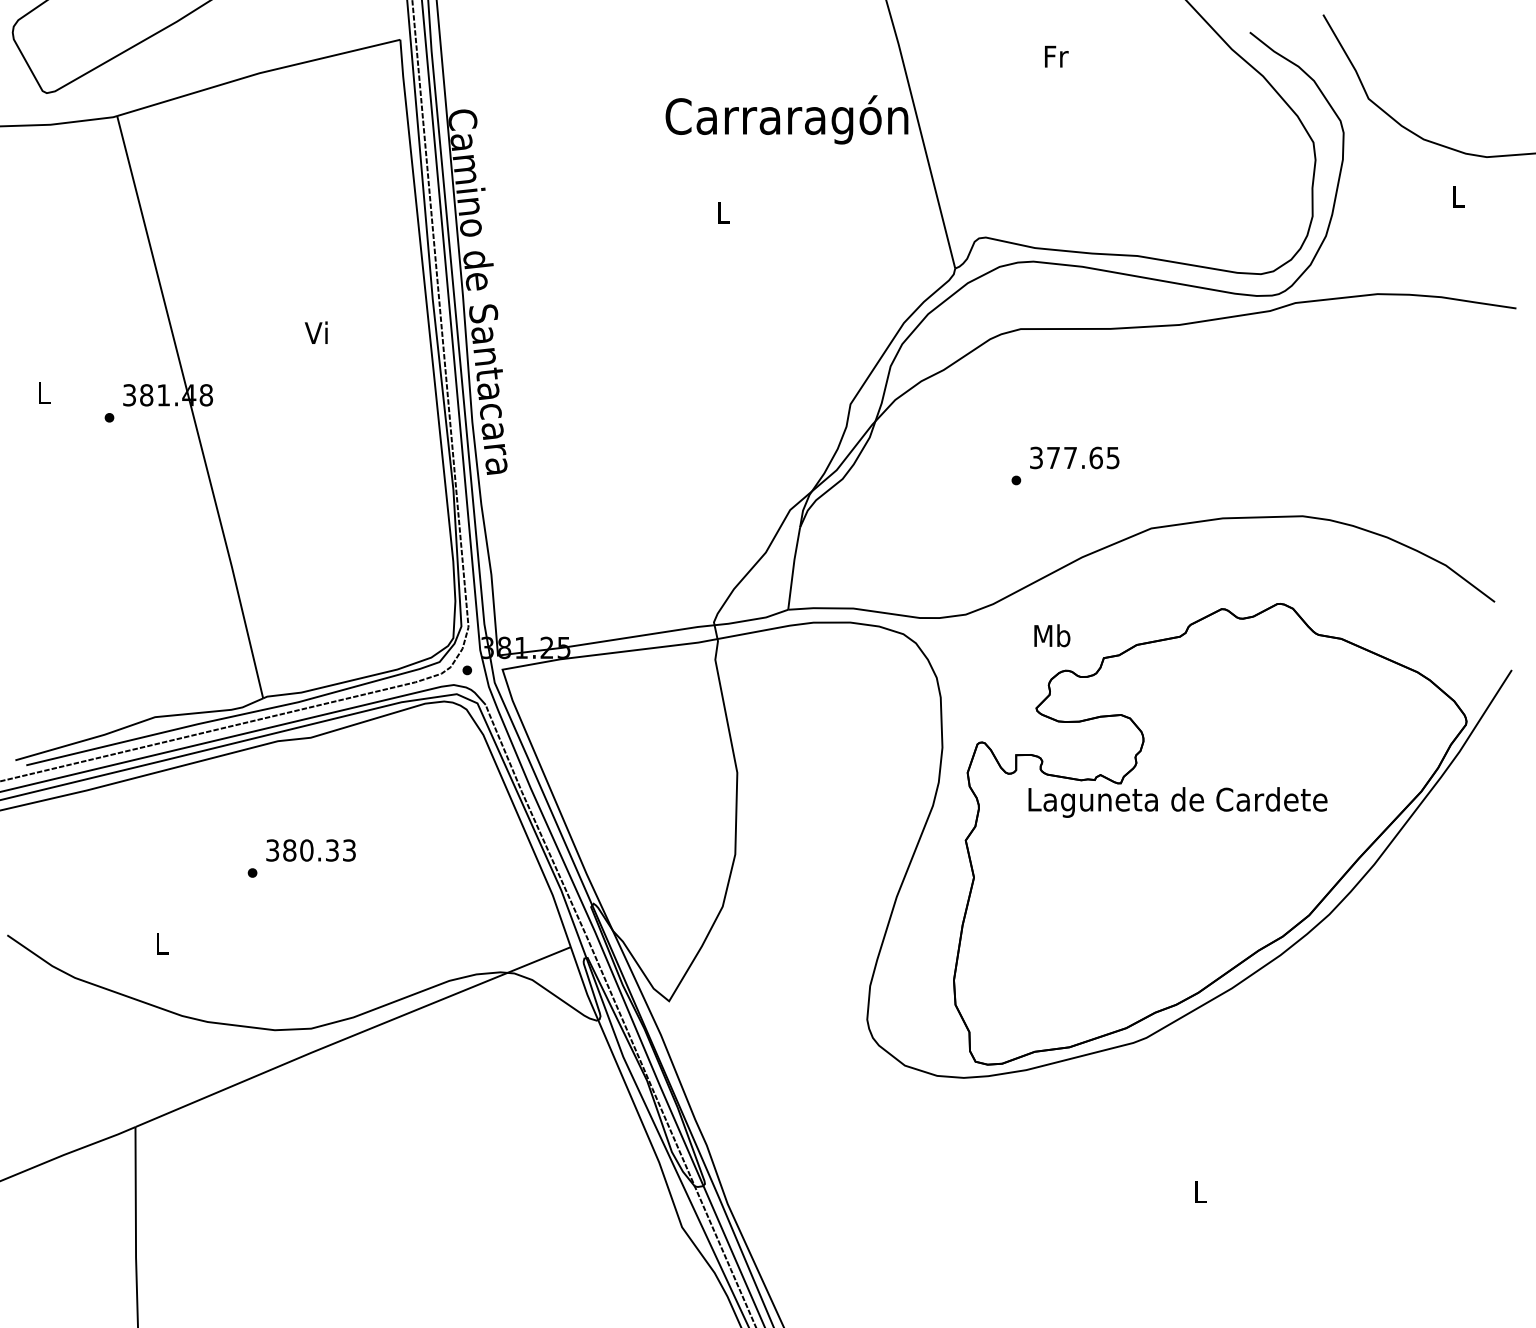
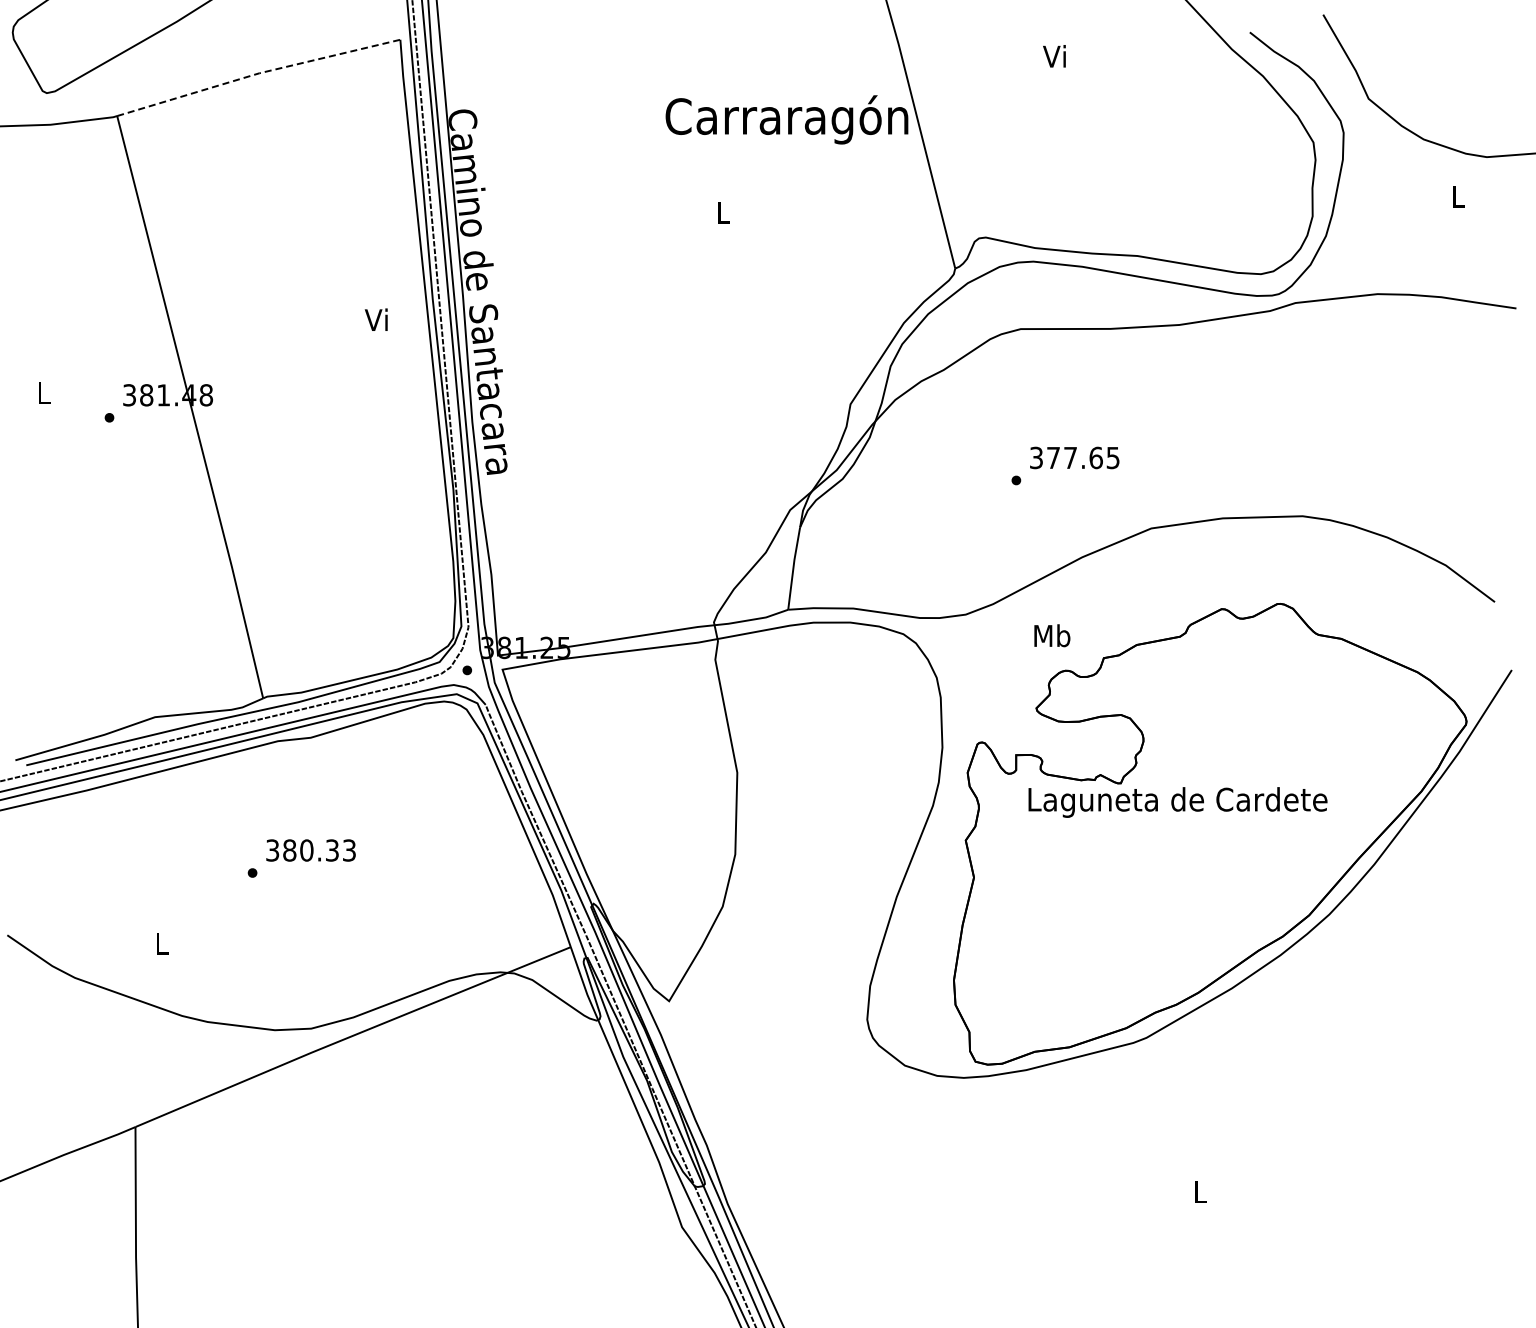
text at (1055, 56): Fr -> Vi
line at (258, 73): solid -> dashed
text at (315, 332) position: (315, 332) -> (375, 319)
